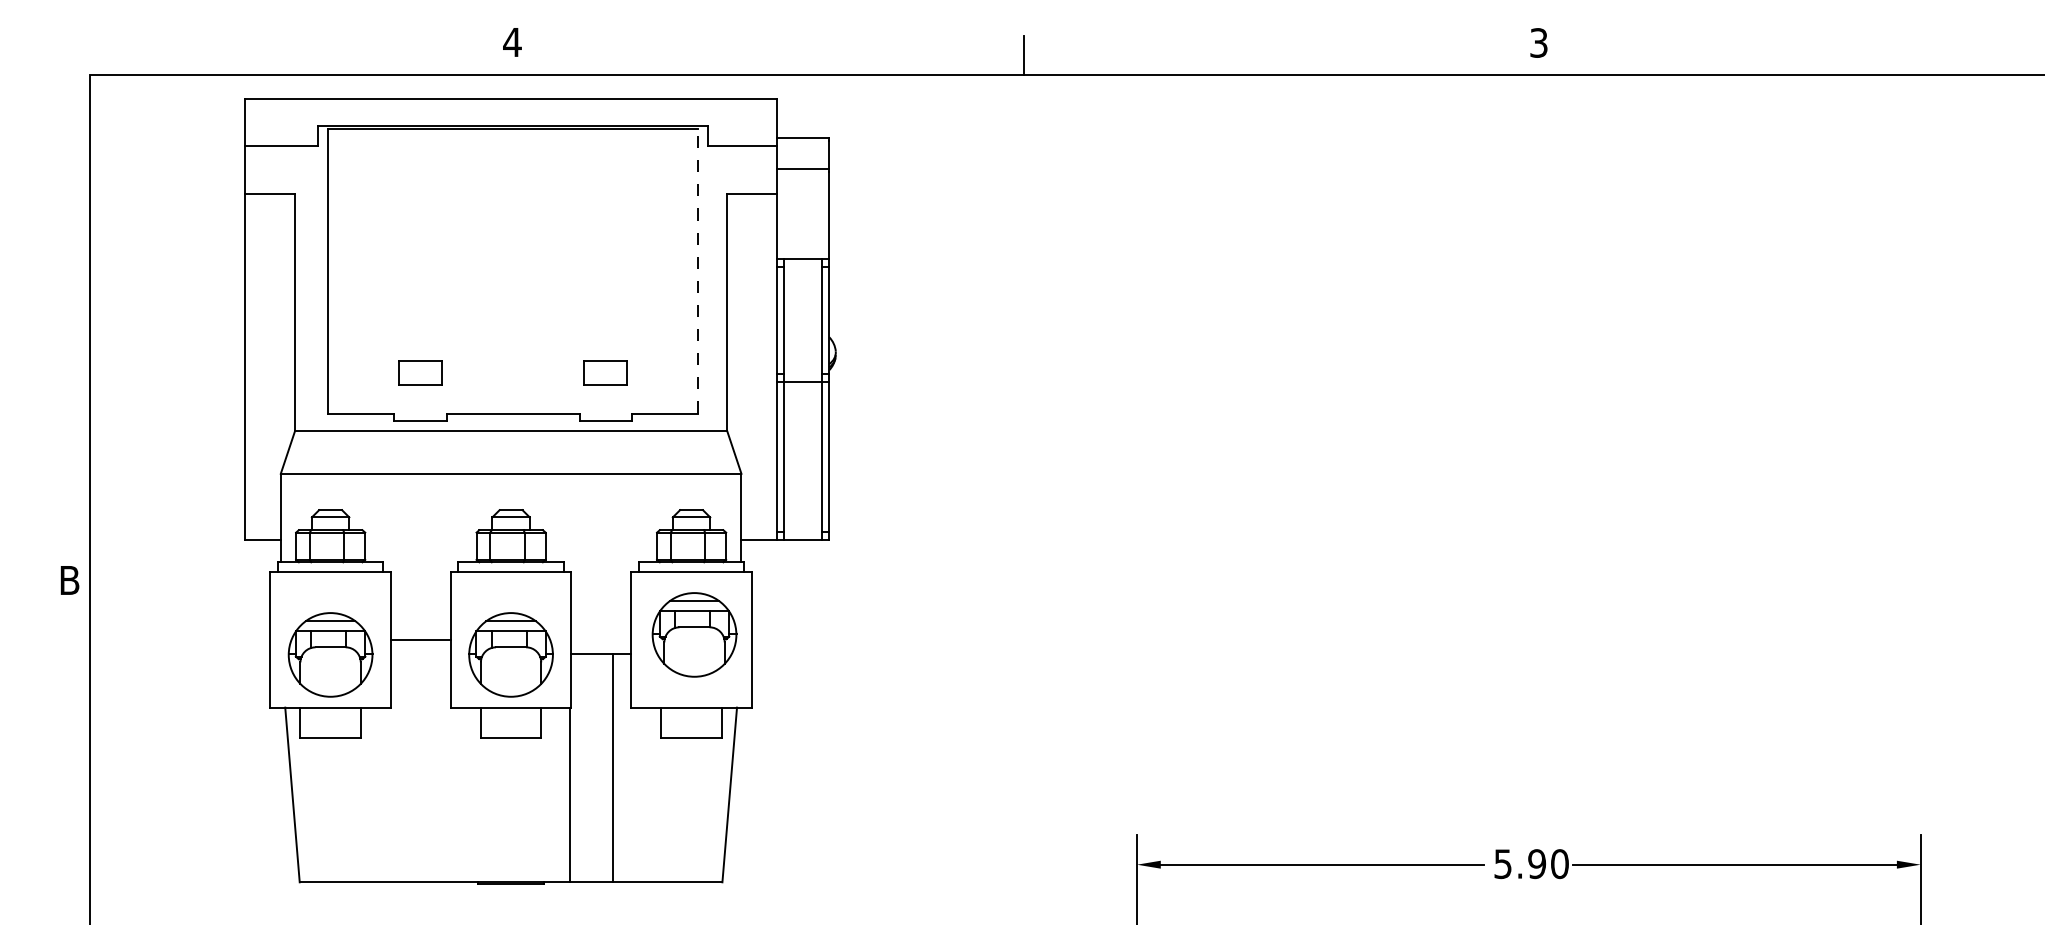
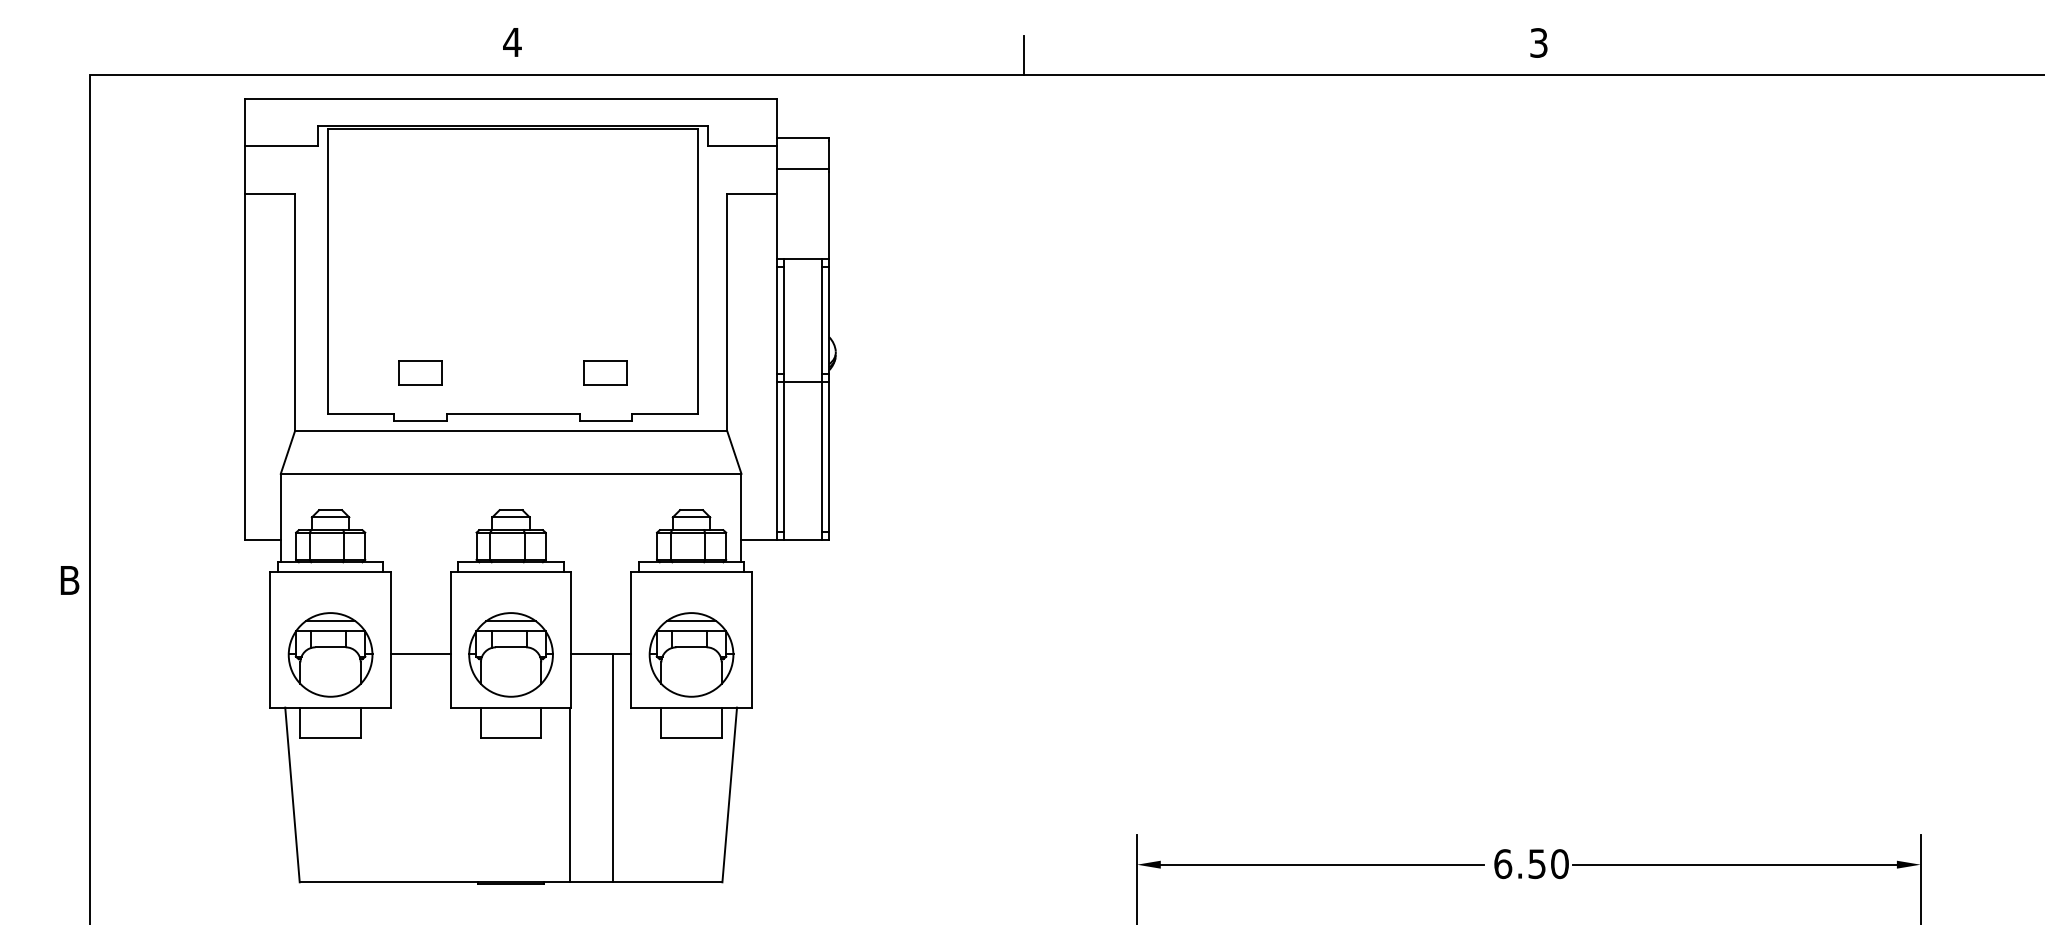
line at (698, 270): dashed -> solid
part at (694, 634) position: (694, 634) -> (691, 654)
line at (420, 640) position: (420, 640) -> (420, 654)
text at (1520, 864): 5.90 -> 6.50
